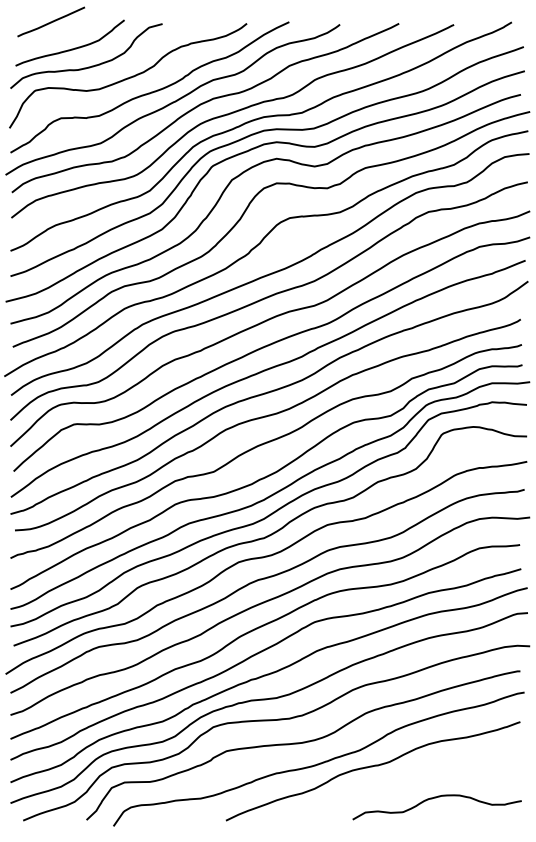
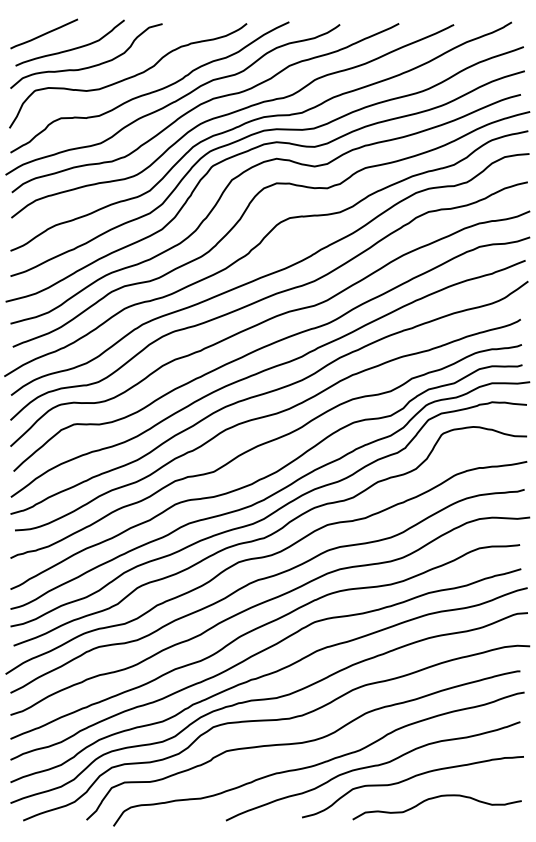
line at (50, 21) position: (50, 21) -> (43, 33)
curve at (410, 779): none -> present
